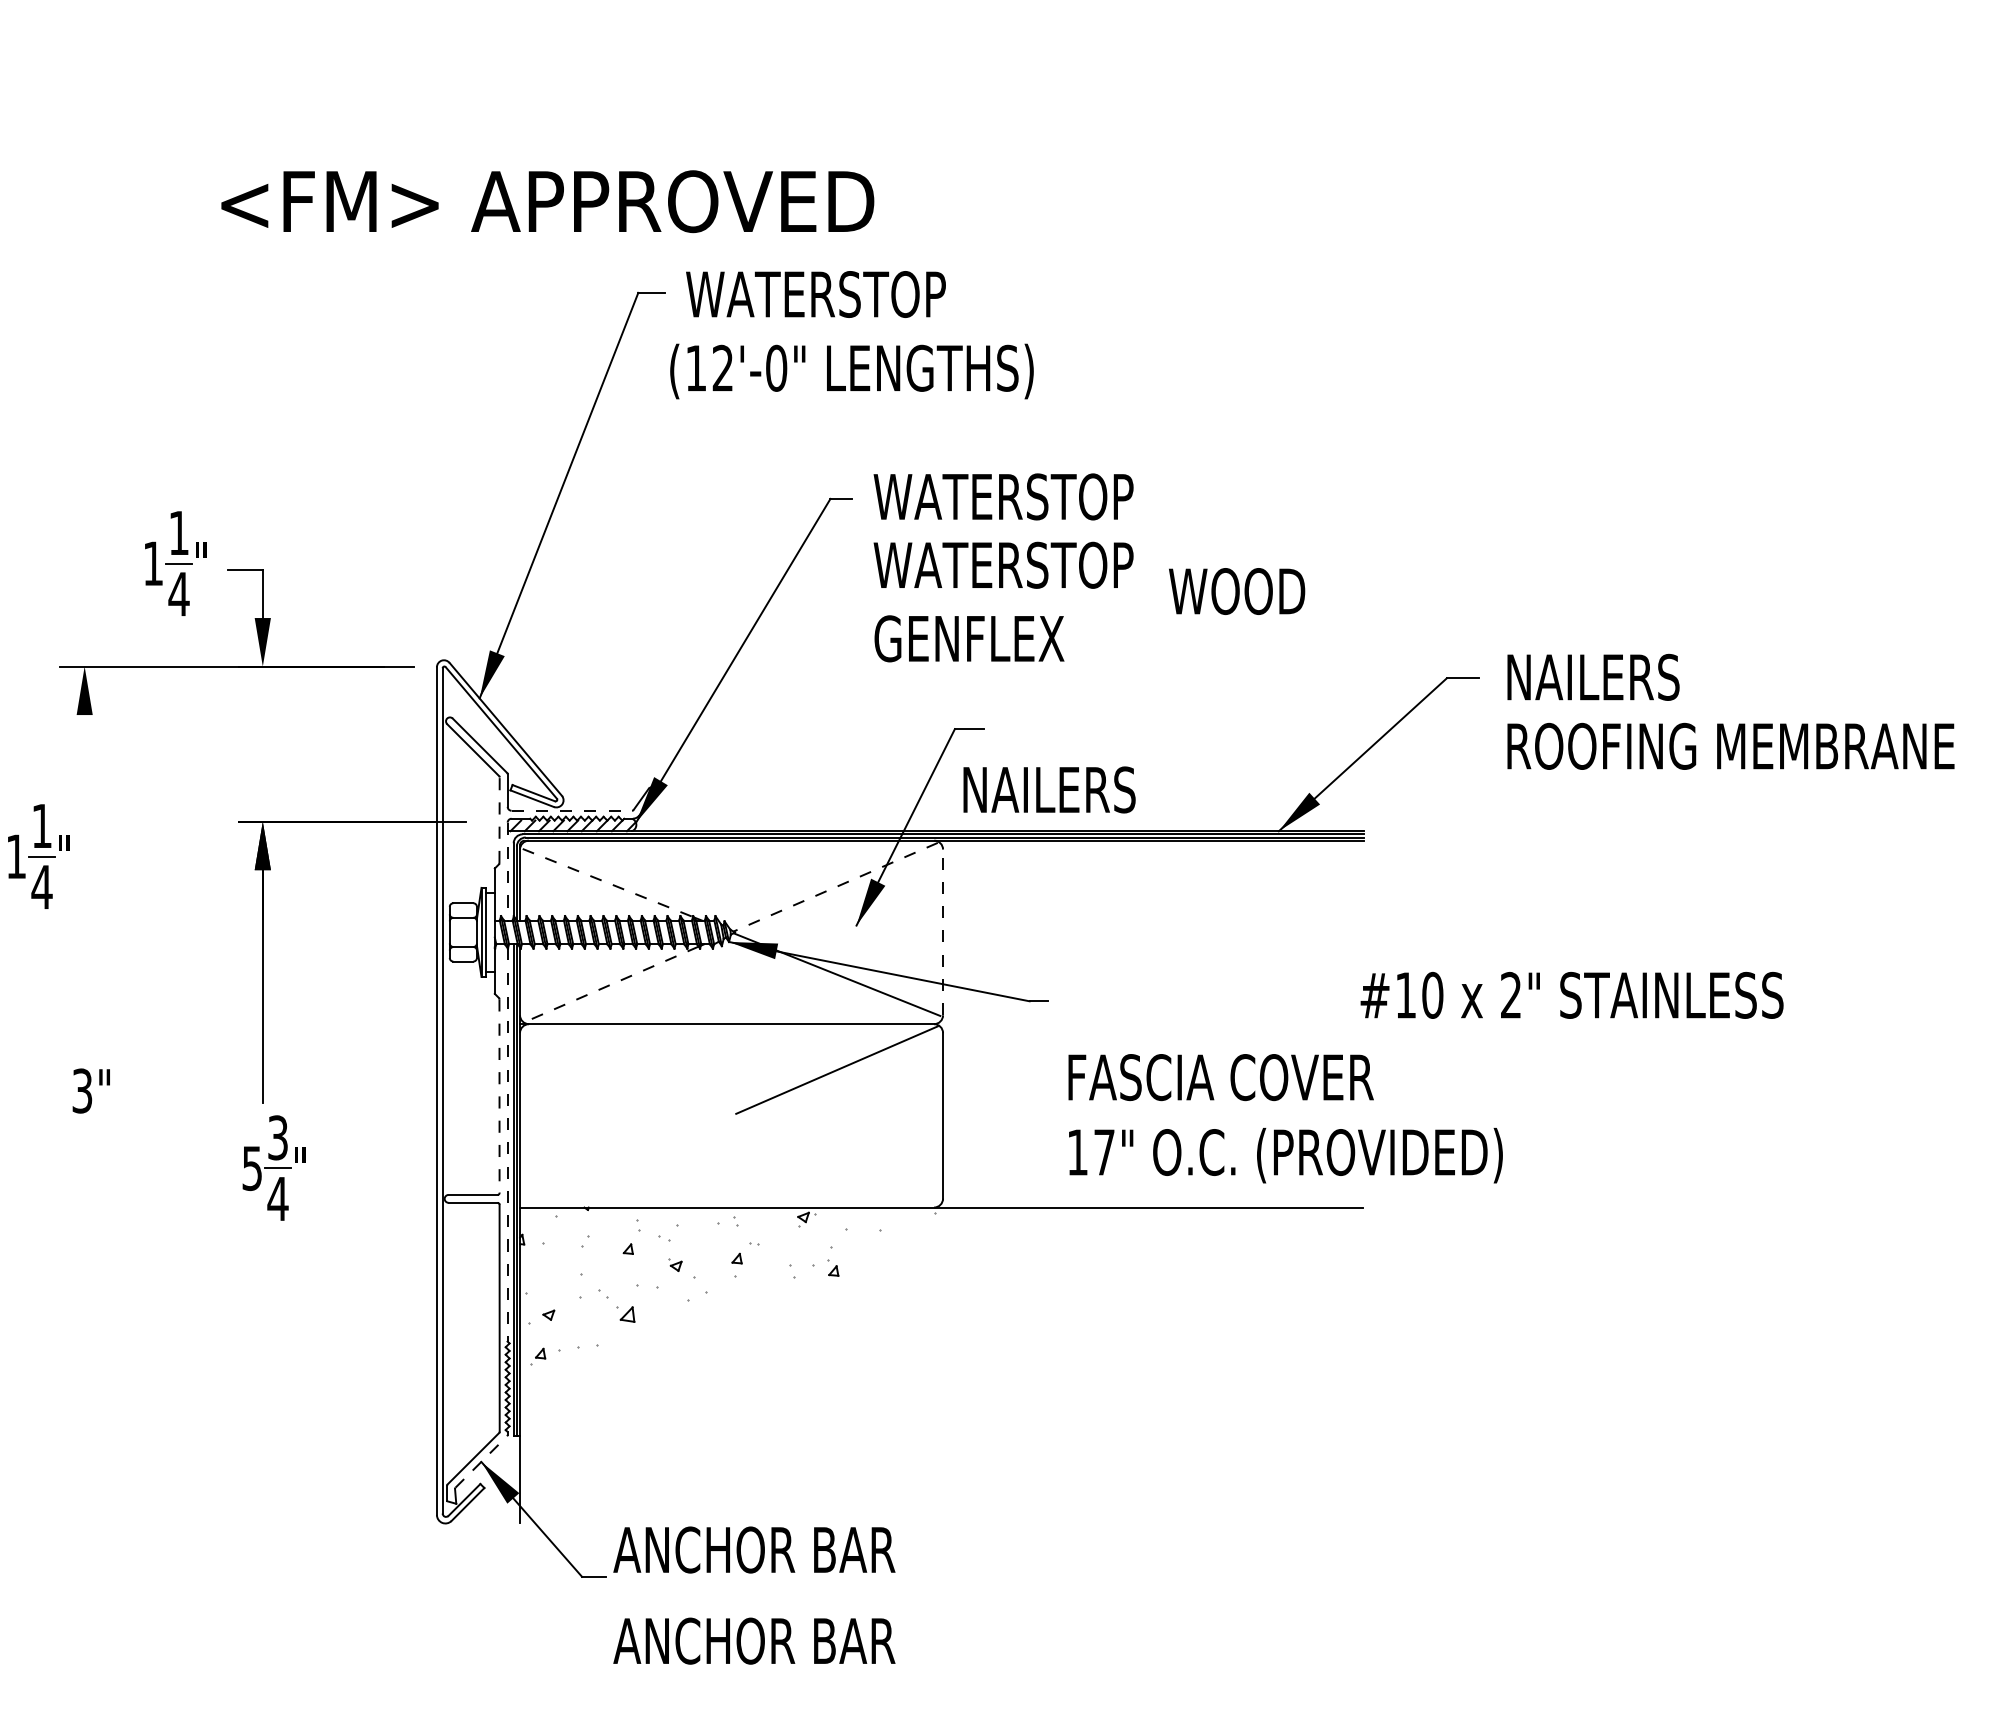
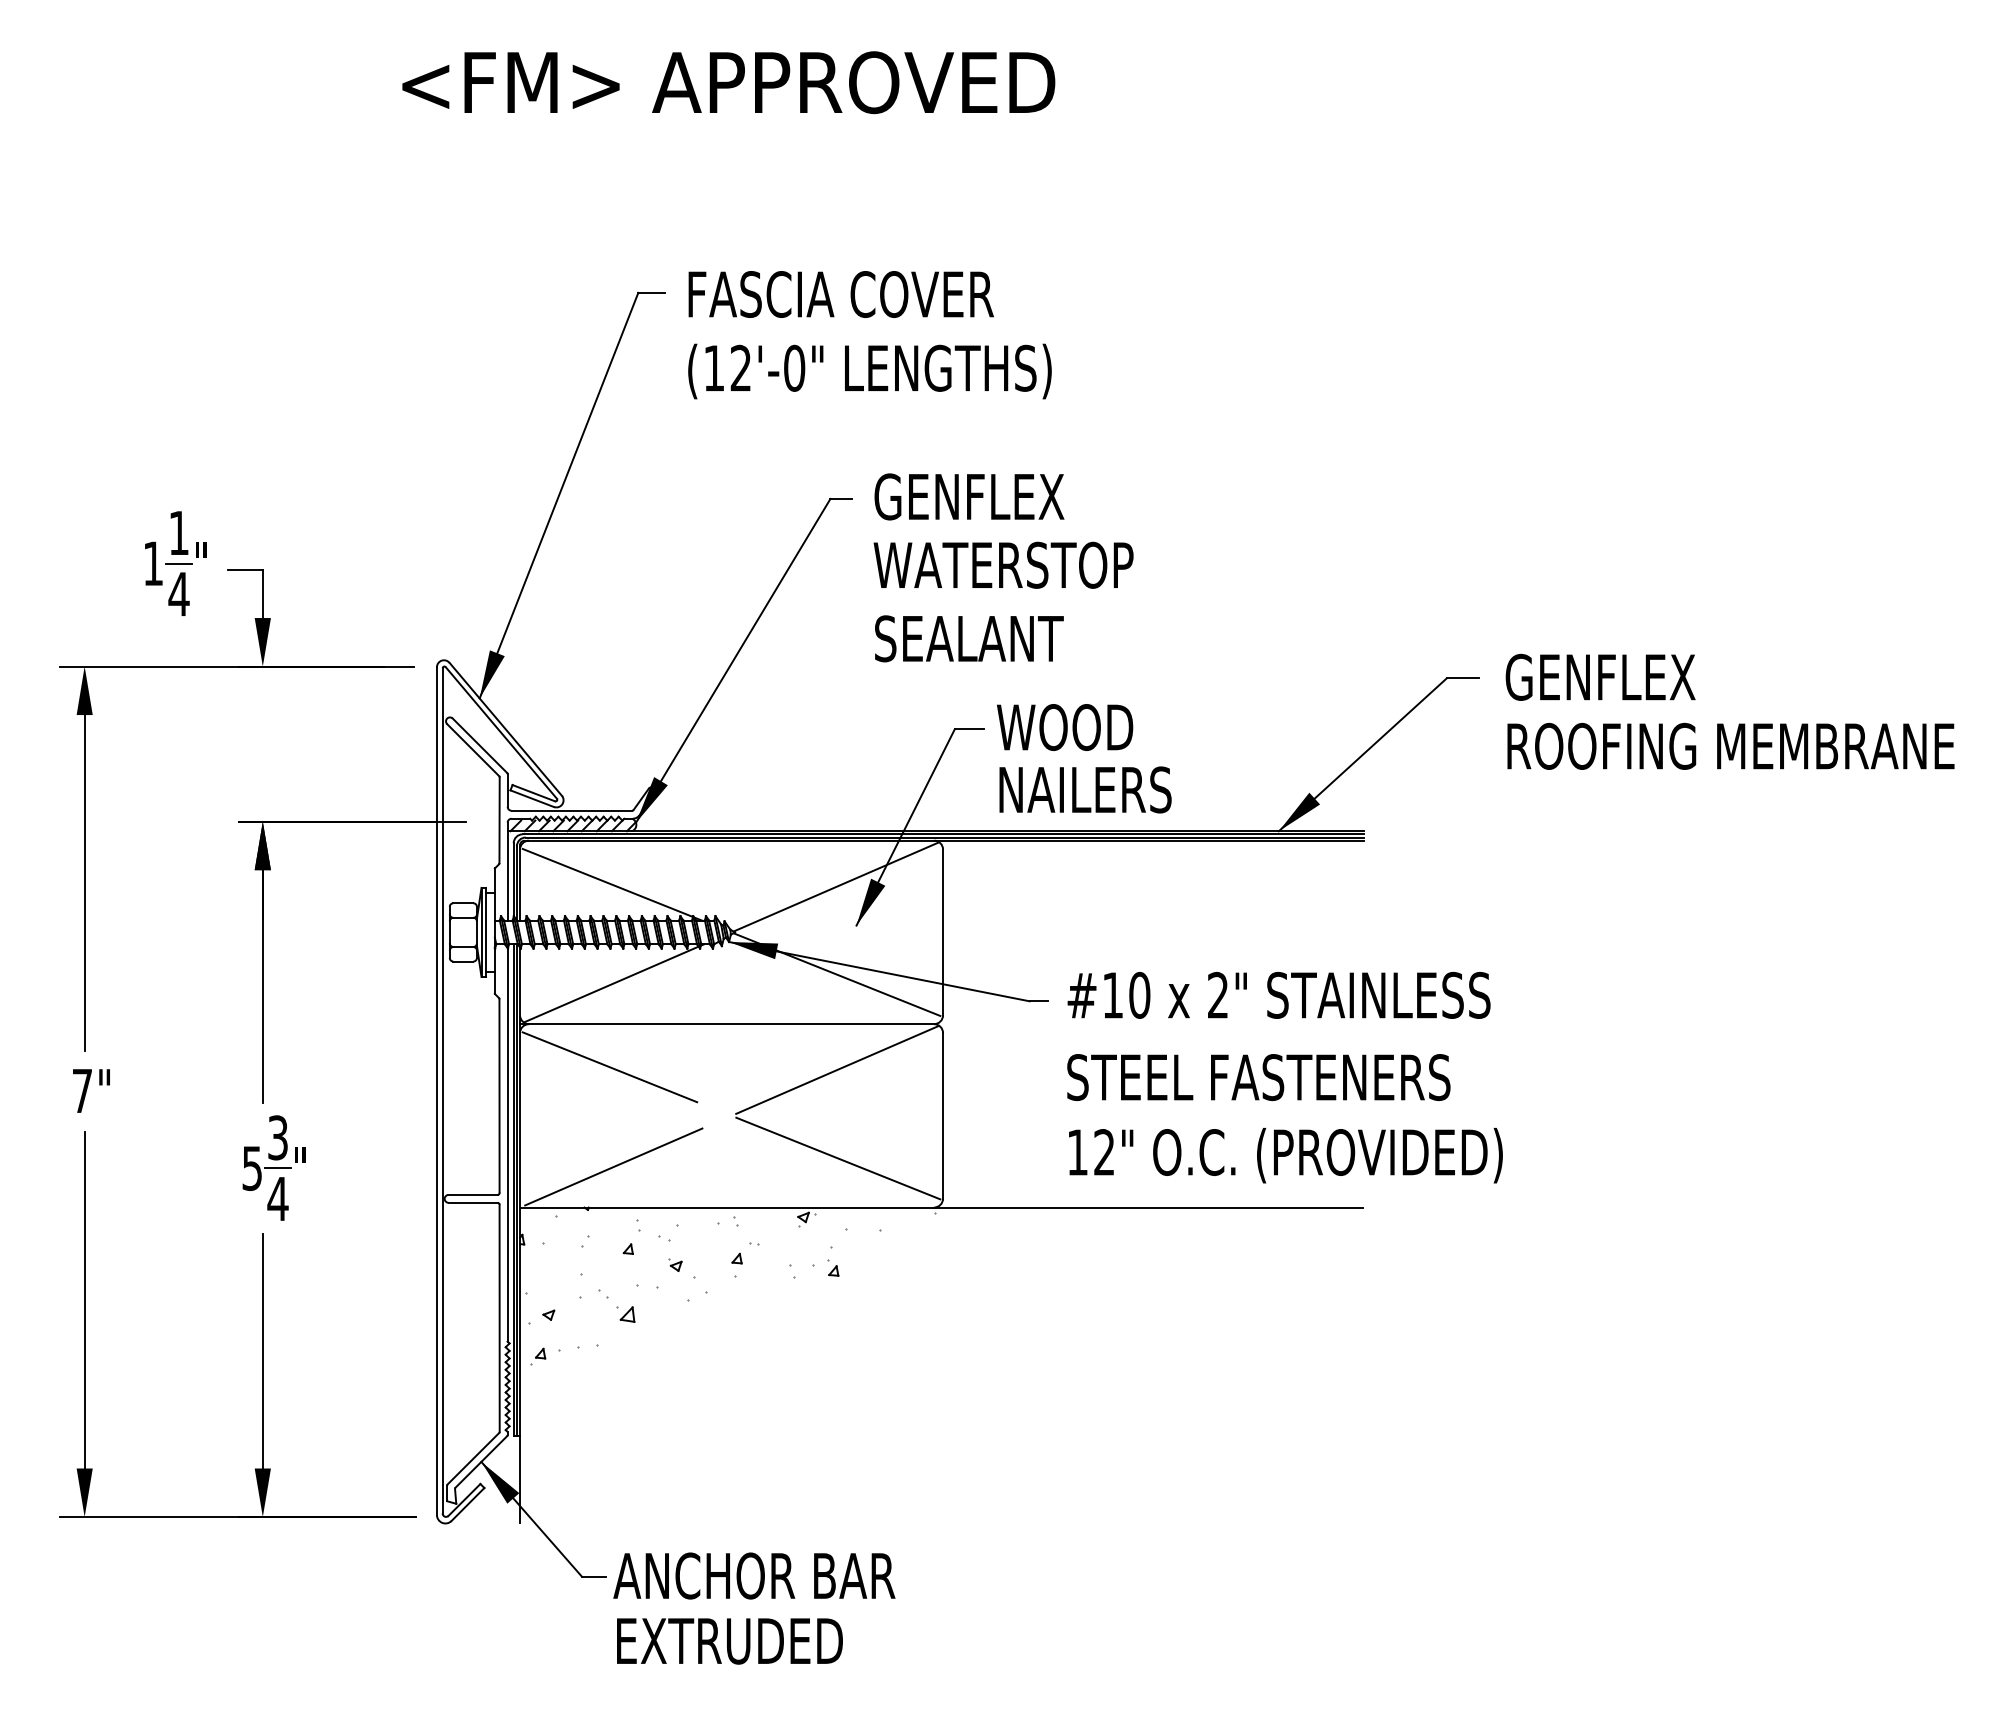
text at (547, 201) position: (547, 201) -> (728, 82)
text at (839, 294): WATERSTOP -> FASCIA COVER
text at (851, 371) position: (851, 371) -> (869, 371)
text at (1003, 496): WATERSTOP -> GENFLEX
text at (1237, 591) position: (1237, 591) -> (1065, 727)
text at (969, 638): GENFLEX -> SEALANT
text at (1600, 676): NAILERS -> GENFLEX
text at (1049, 789) position: (1049, 789) -> (1085, 789)
line at (572, 810): dashed -> solid
line at (499, 820): dashed -> solid
part at (38, 856): present -> none
line at (507, 871): dashed -> solid
line at (84, 882): none -> present
line at (607, 882): dashed -> solid
line at (835, 887): dashed -> solid
line at (943, 932): dashed -> solid
line at (611, 984): dashed -> solid
text at (1571, 995) position: (1571, 995) -> (1278, 995)
line at (609, 1067): none -> present
text at (1258, 1077): FASCIA COVER -> STEEL FASTENERS
text at (82, 1090): 3" -> 7"
line at (499, 1095): dashed -> solid
line at (507, 1144): dashed -> solid
text at (1104, 1152): 17" -> 12"
line at (838, 1158): none -> present
line at (613, 1166): none -> present
part at (262, 1324): none -> present
line at (481, 1461): dashed -> solid
text at (754, 1549) position: (754, 1549) -> (754, 1575)
text at (754, 1640): ANCHOR BAR -> EXTRUDED
